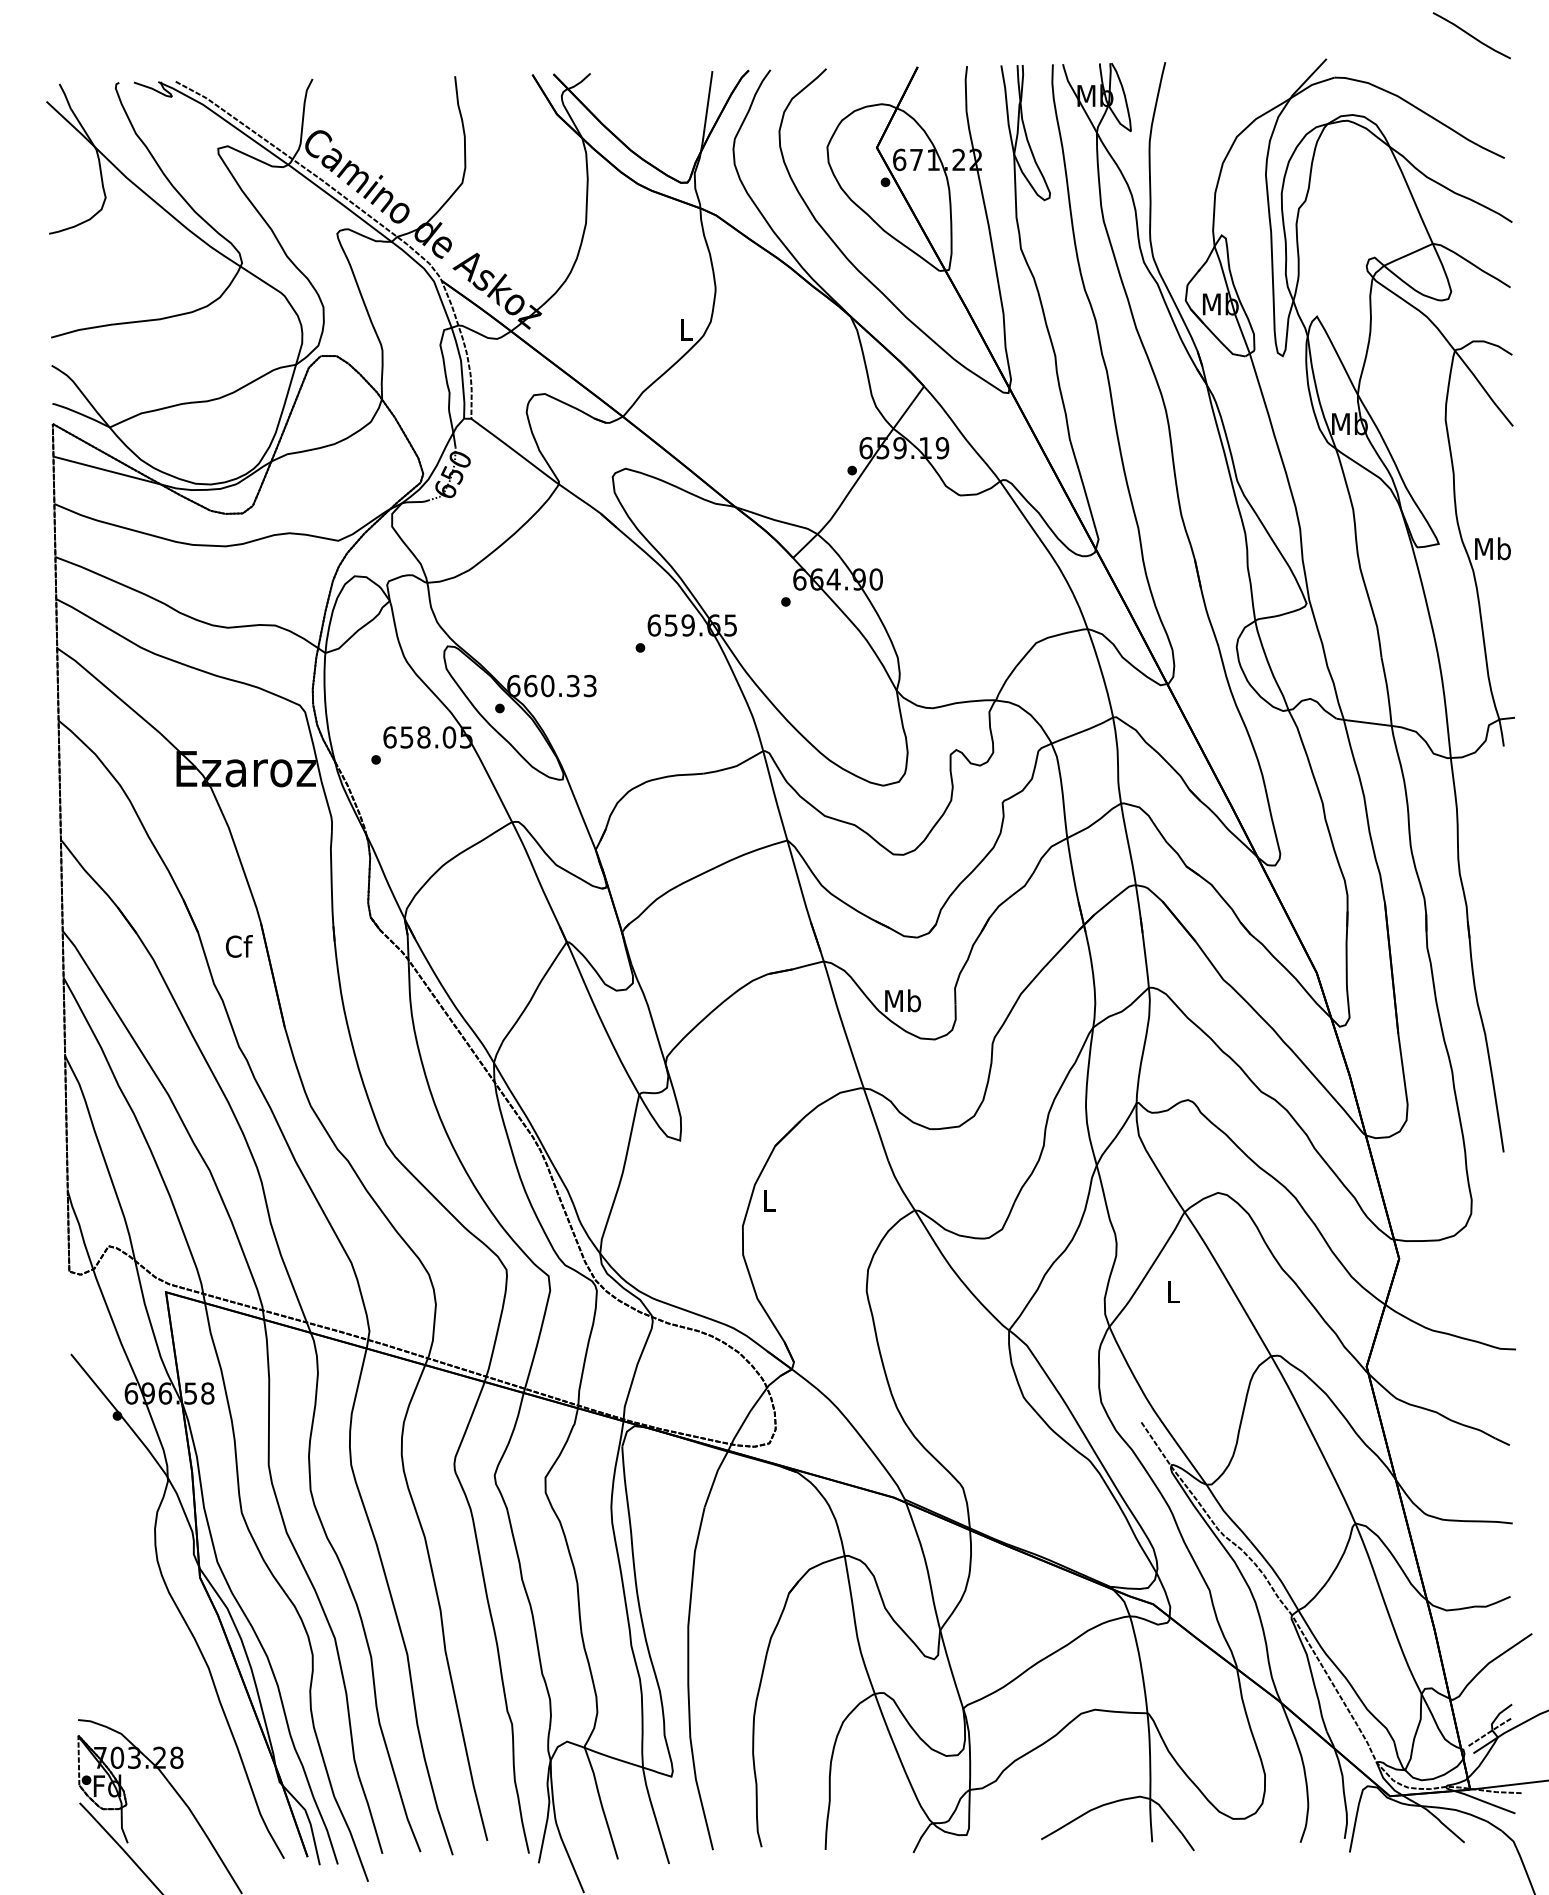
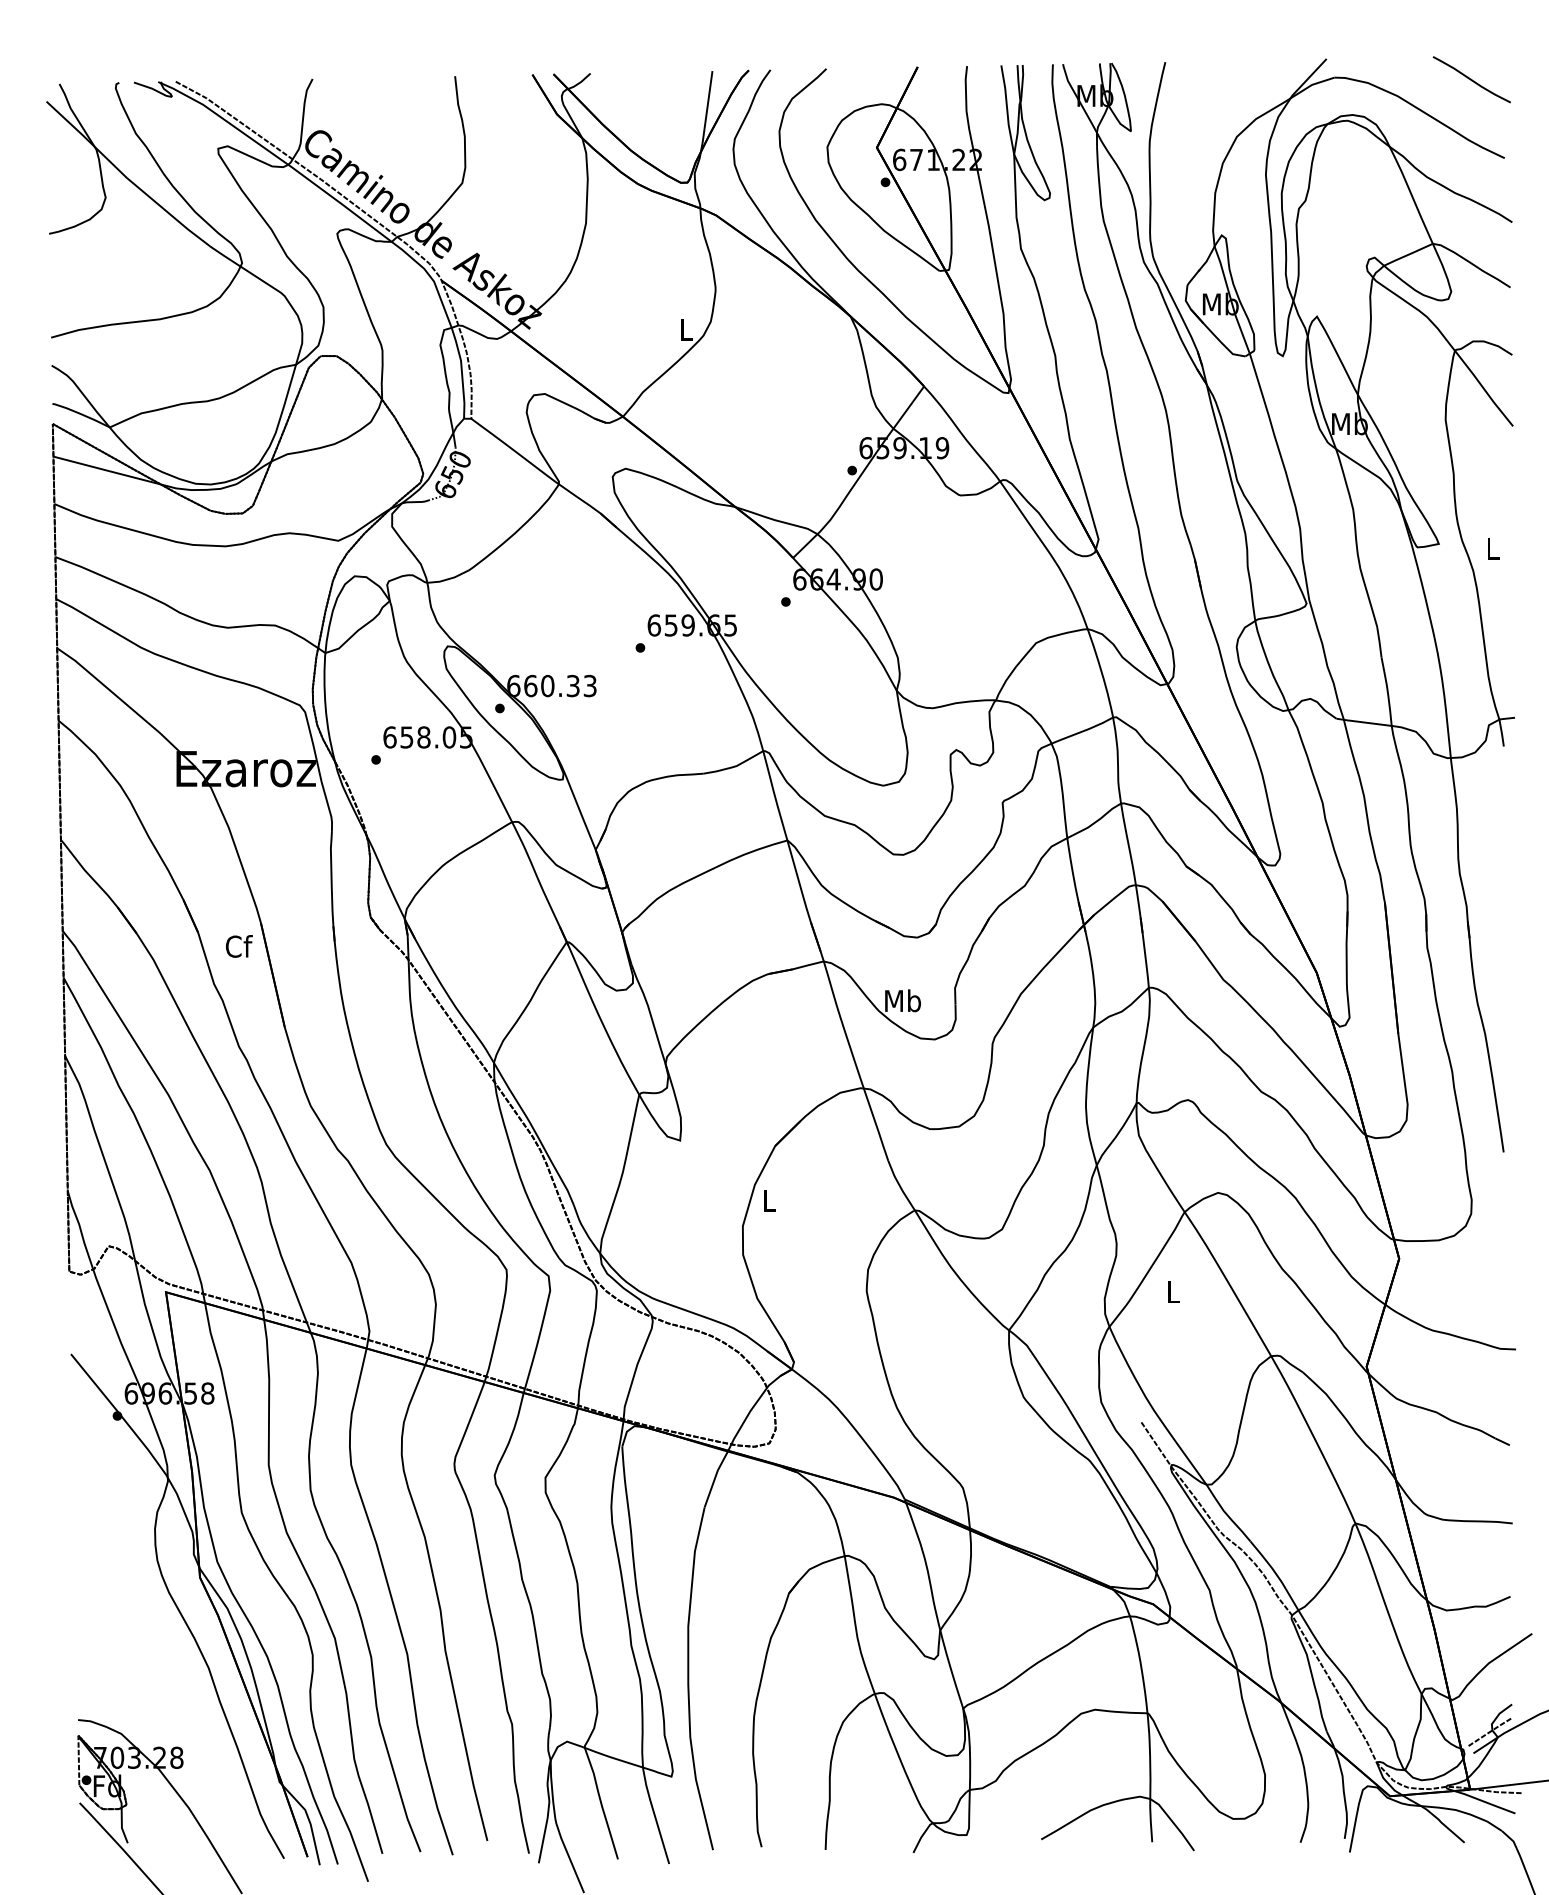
curve at (1471, 35) position: (1471, 35) -> (1471, 79)
text at (1492, 548): Mb -> L
